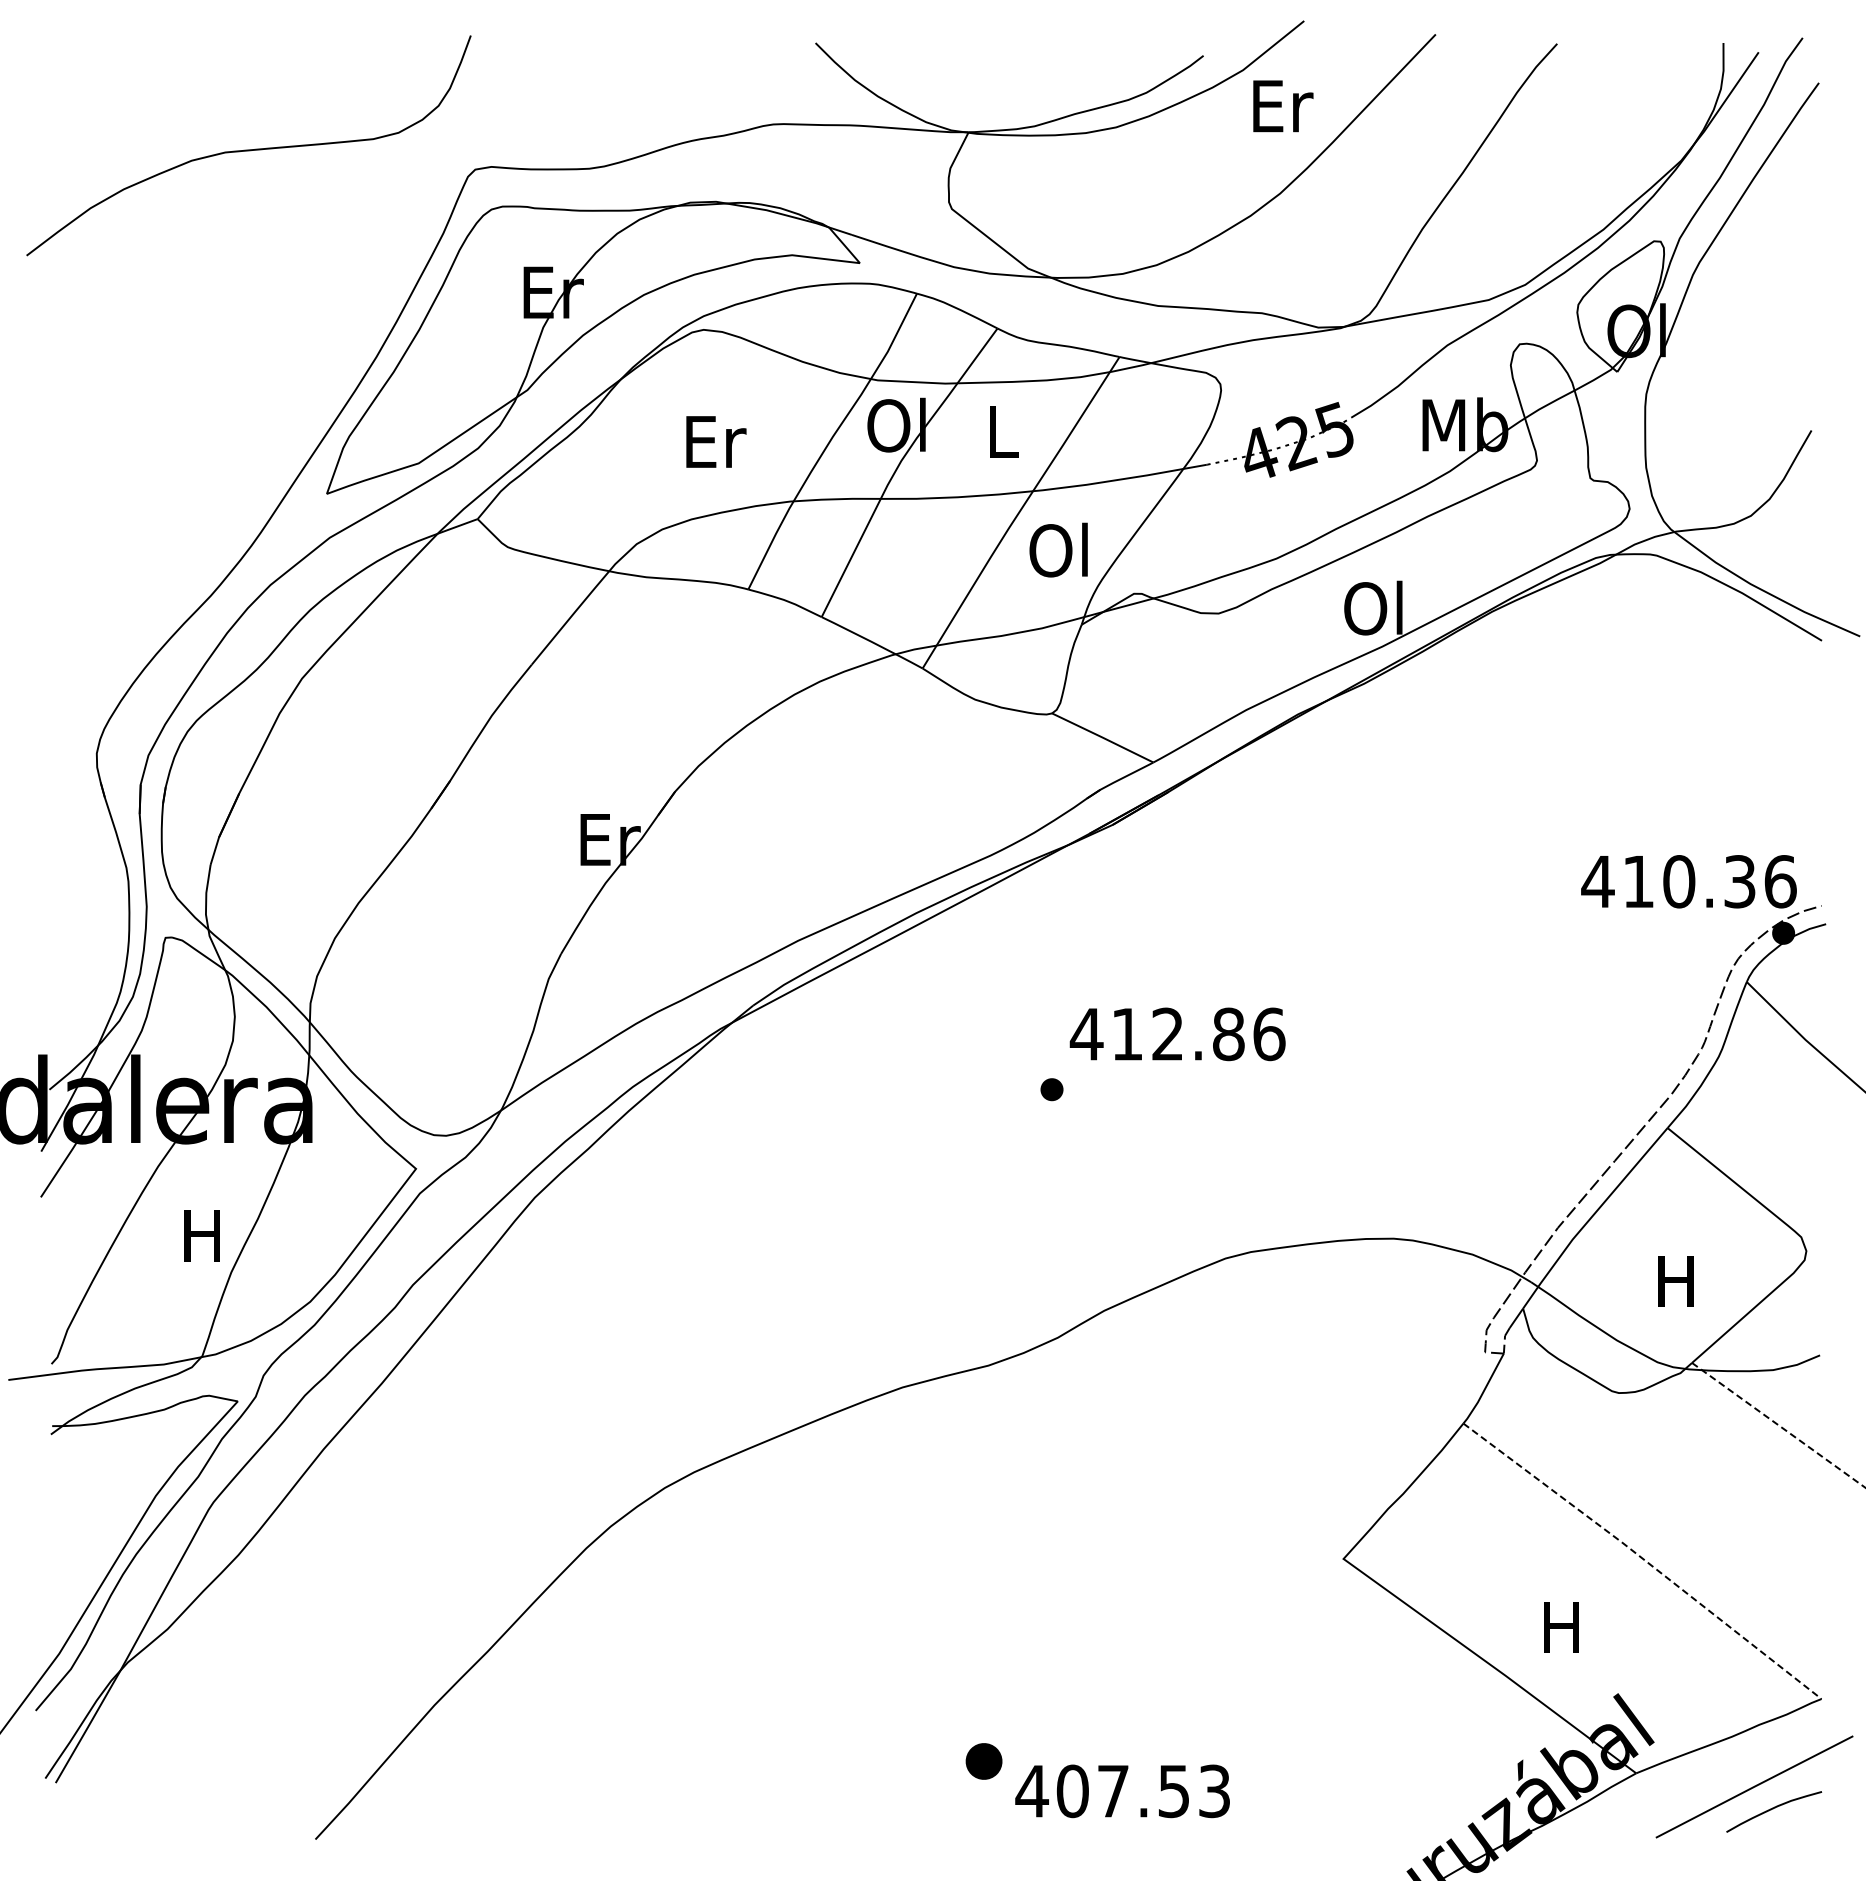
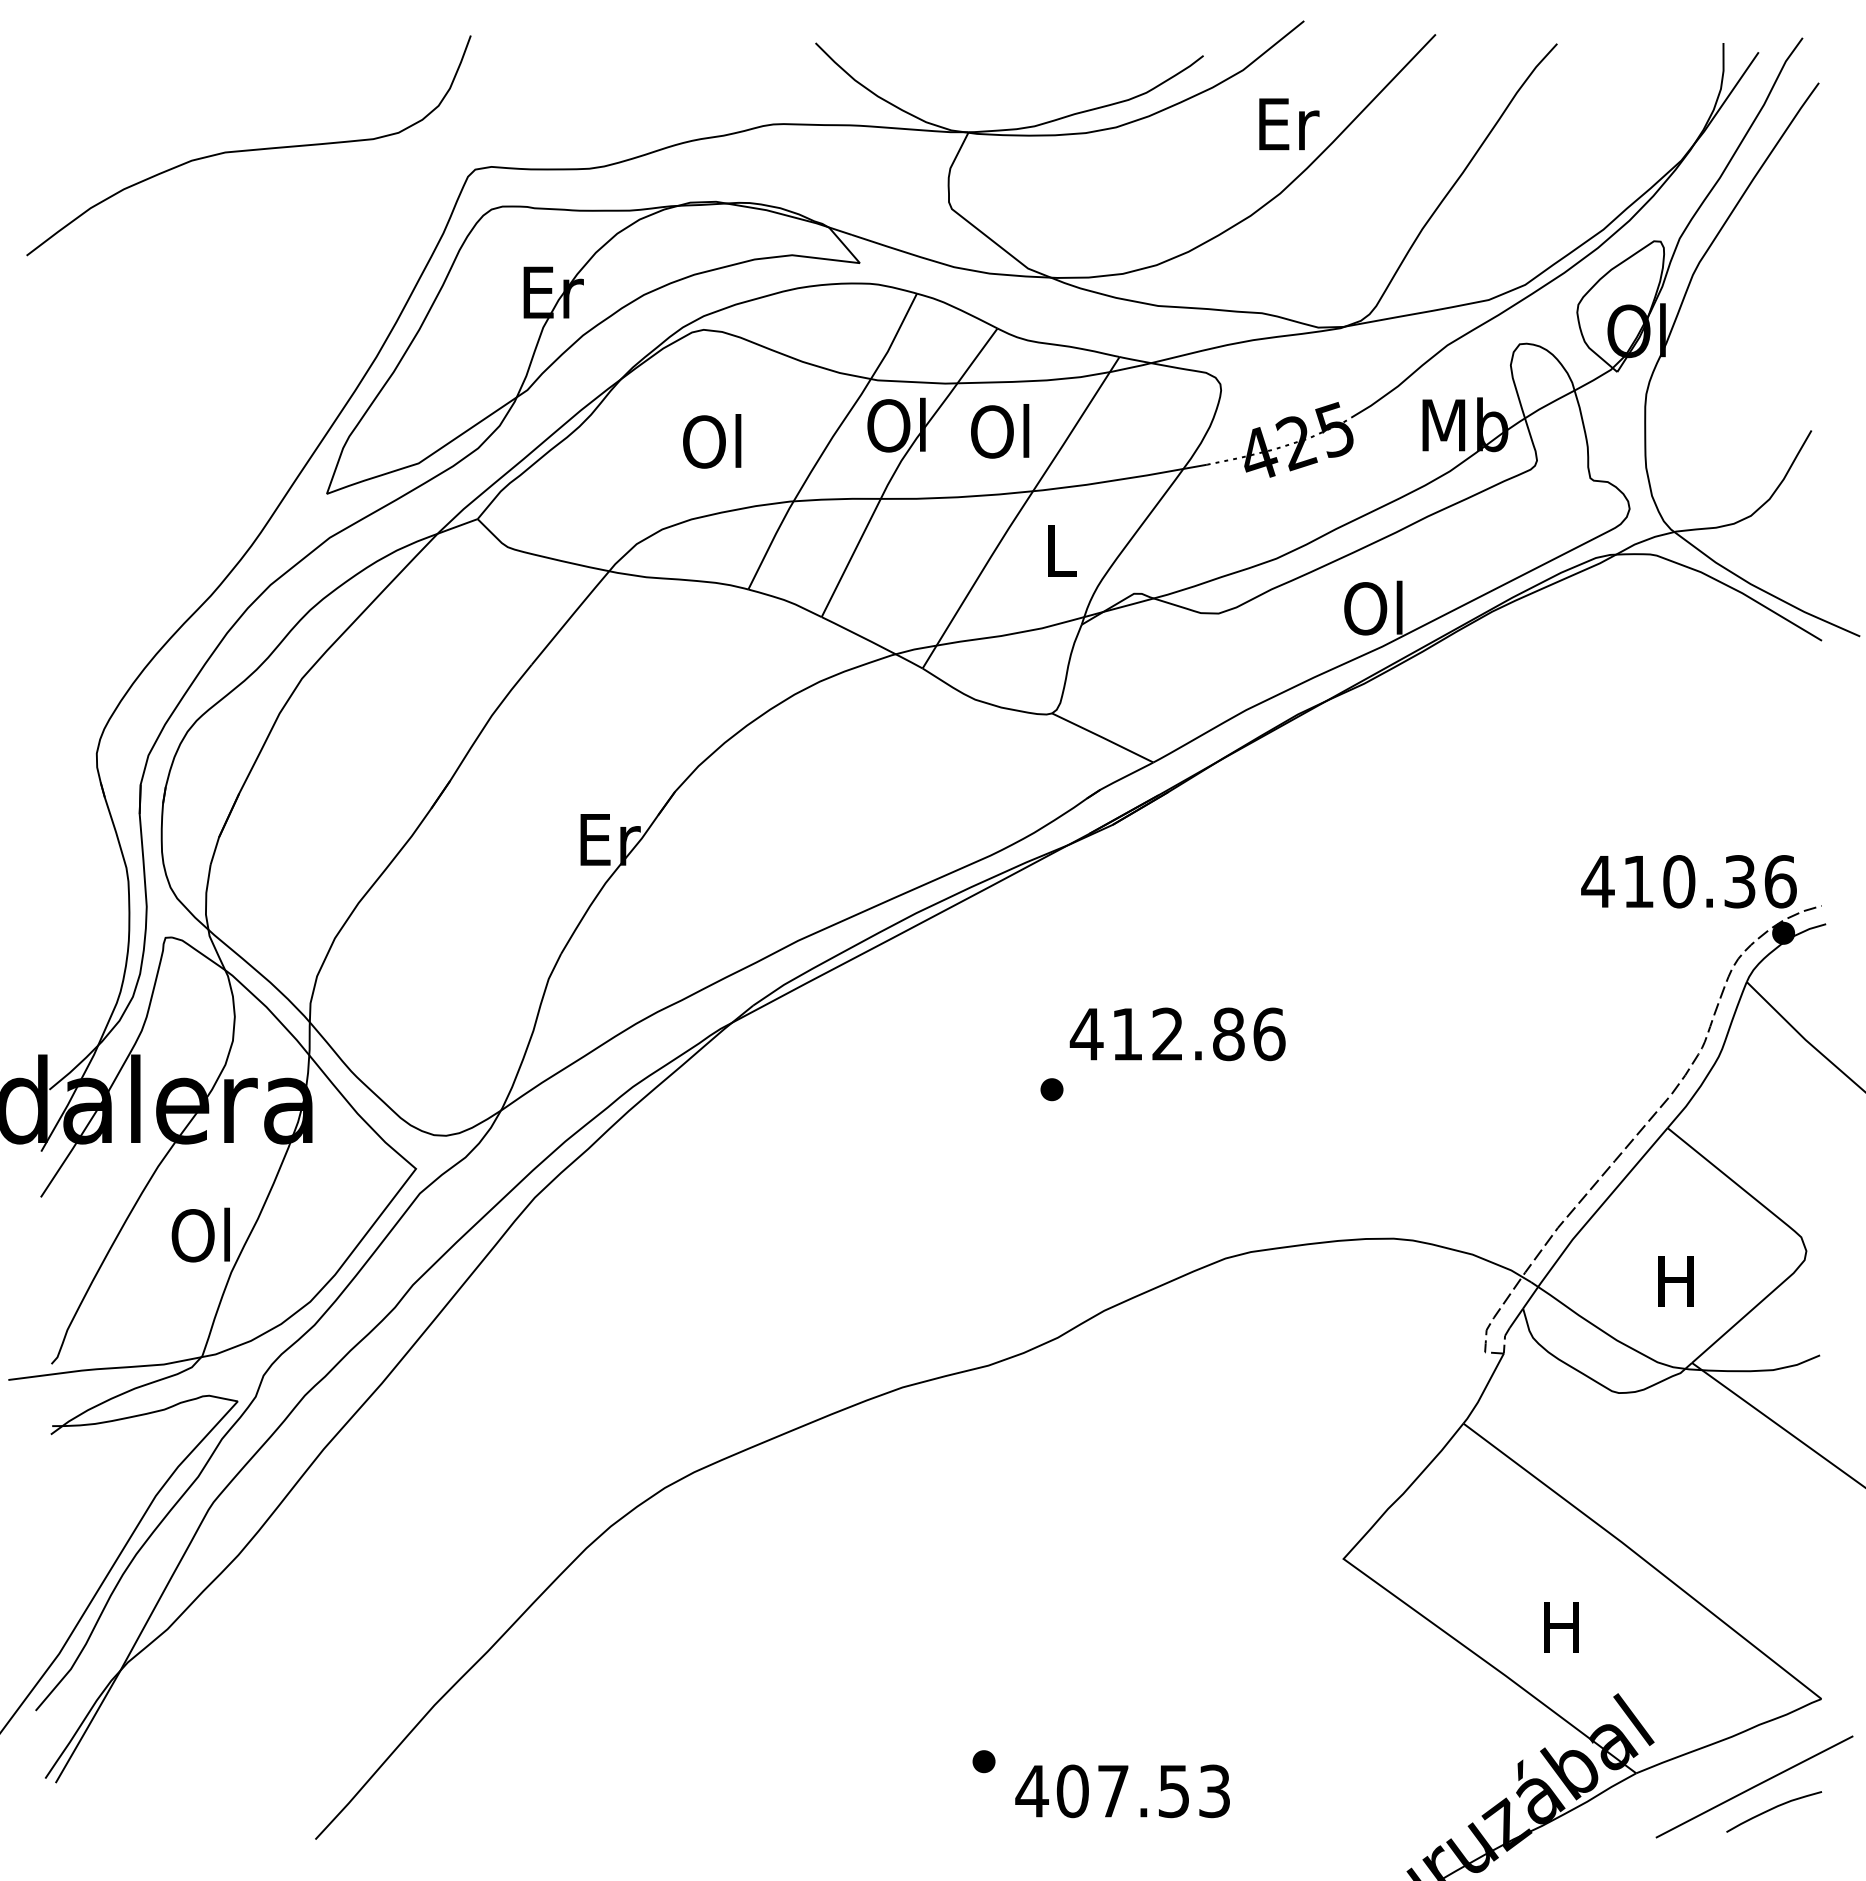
text at (1283, 106) position: (1283, 106) -> (1289, 124)
text at (1000, 431): L -> Ol
text at (714, 441): Er -> Ol
text at (1058, 549): Ol -> L
text at (200, 1234): H -> Ol
line at (1778, 1425): dashed -> solid
line at (1643, 1559): dashed -> solid
part at (983, 1761) size: 38x37 px -> 24x24 px
